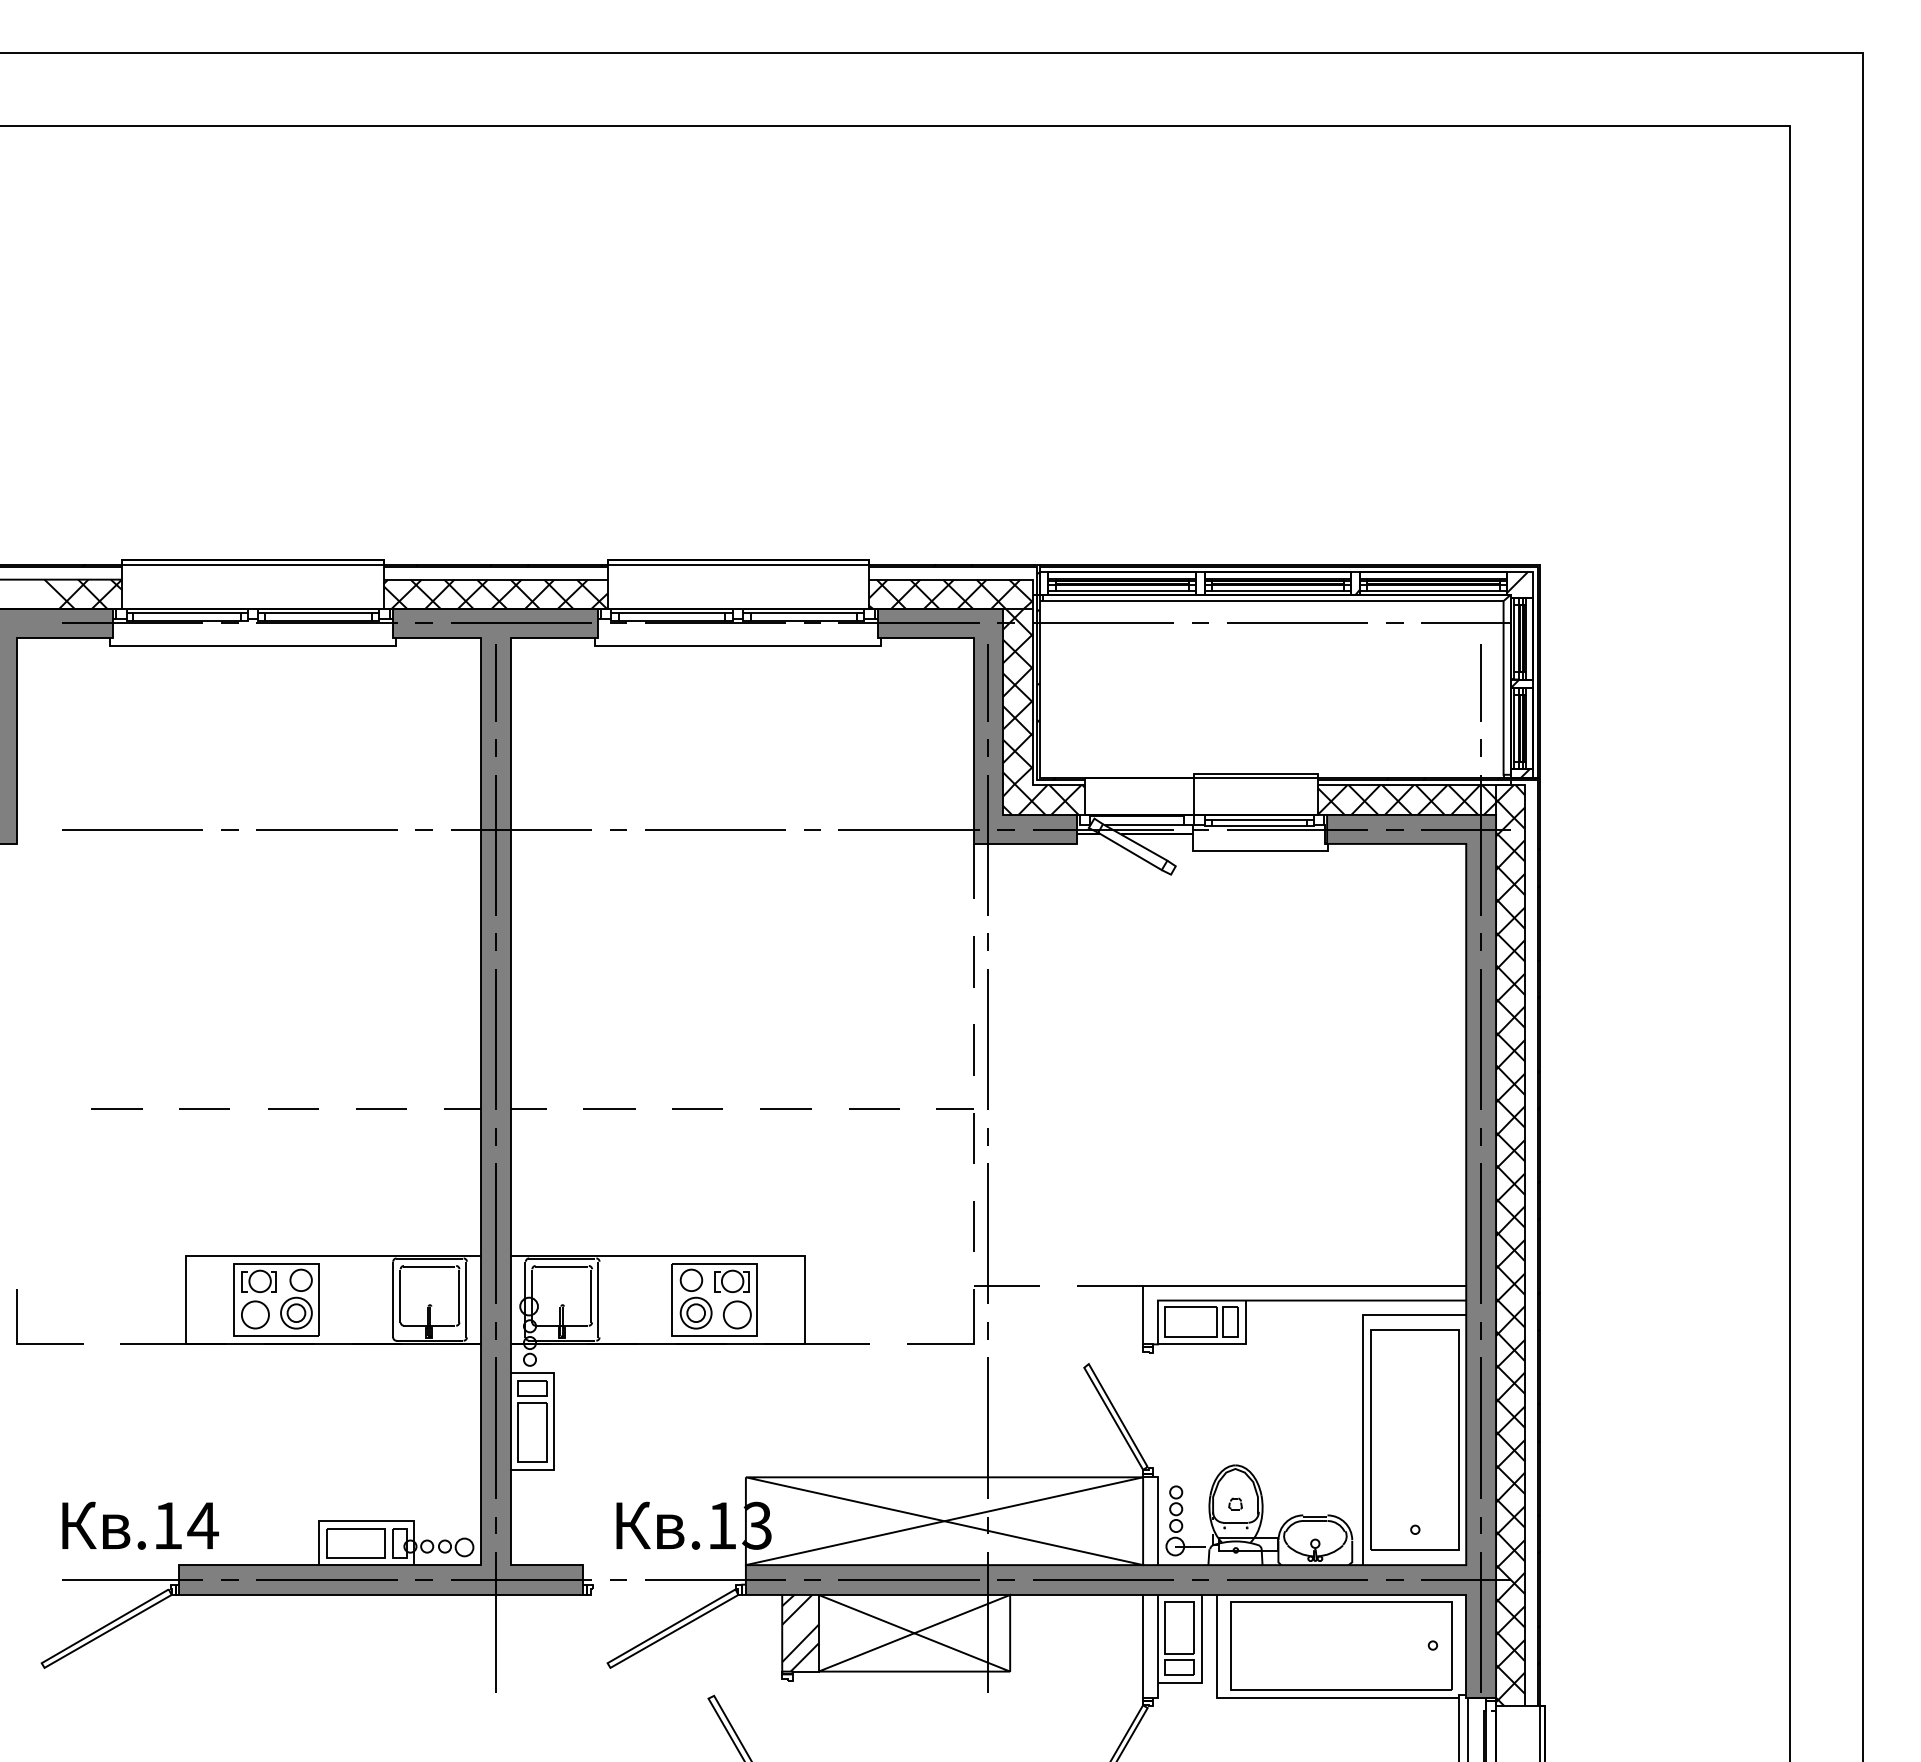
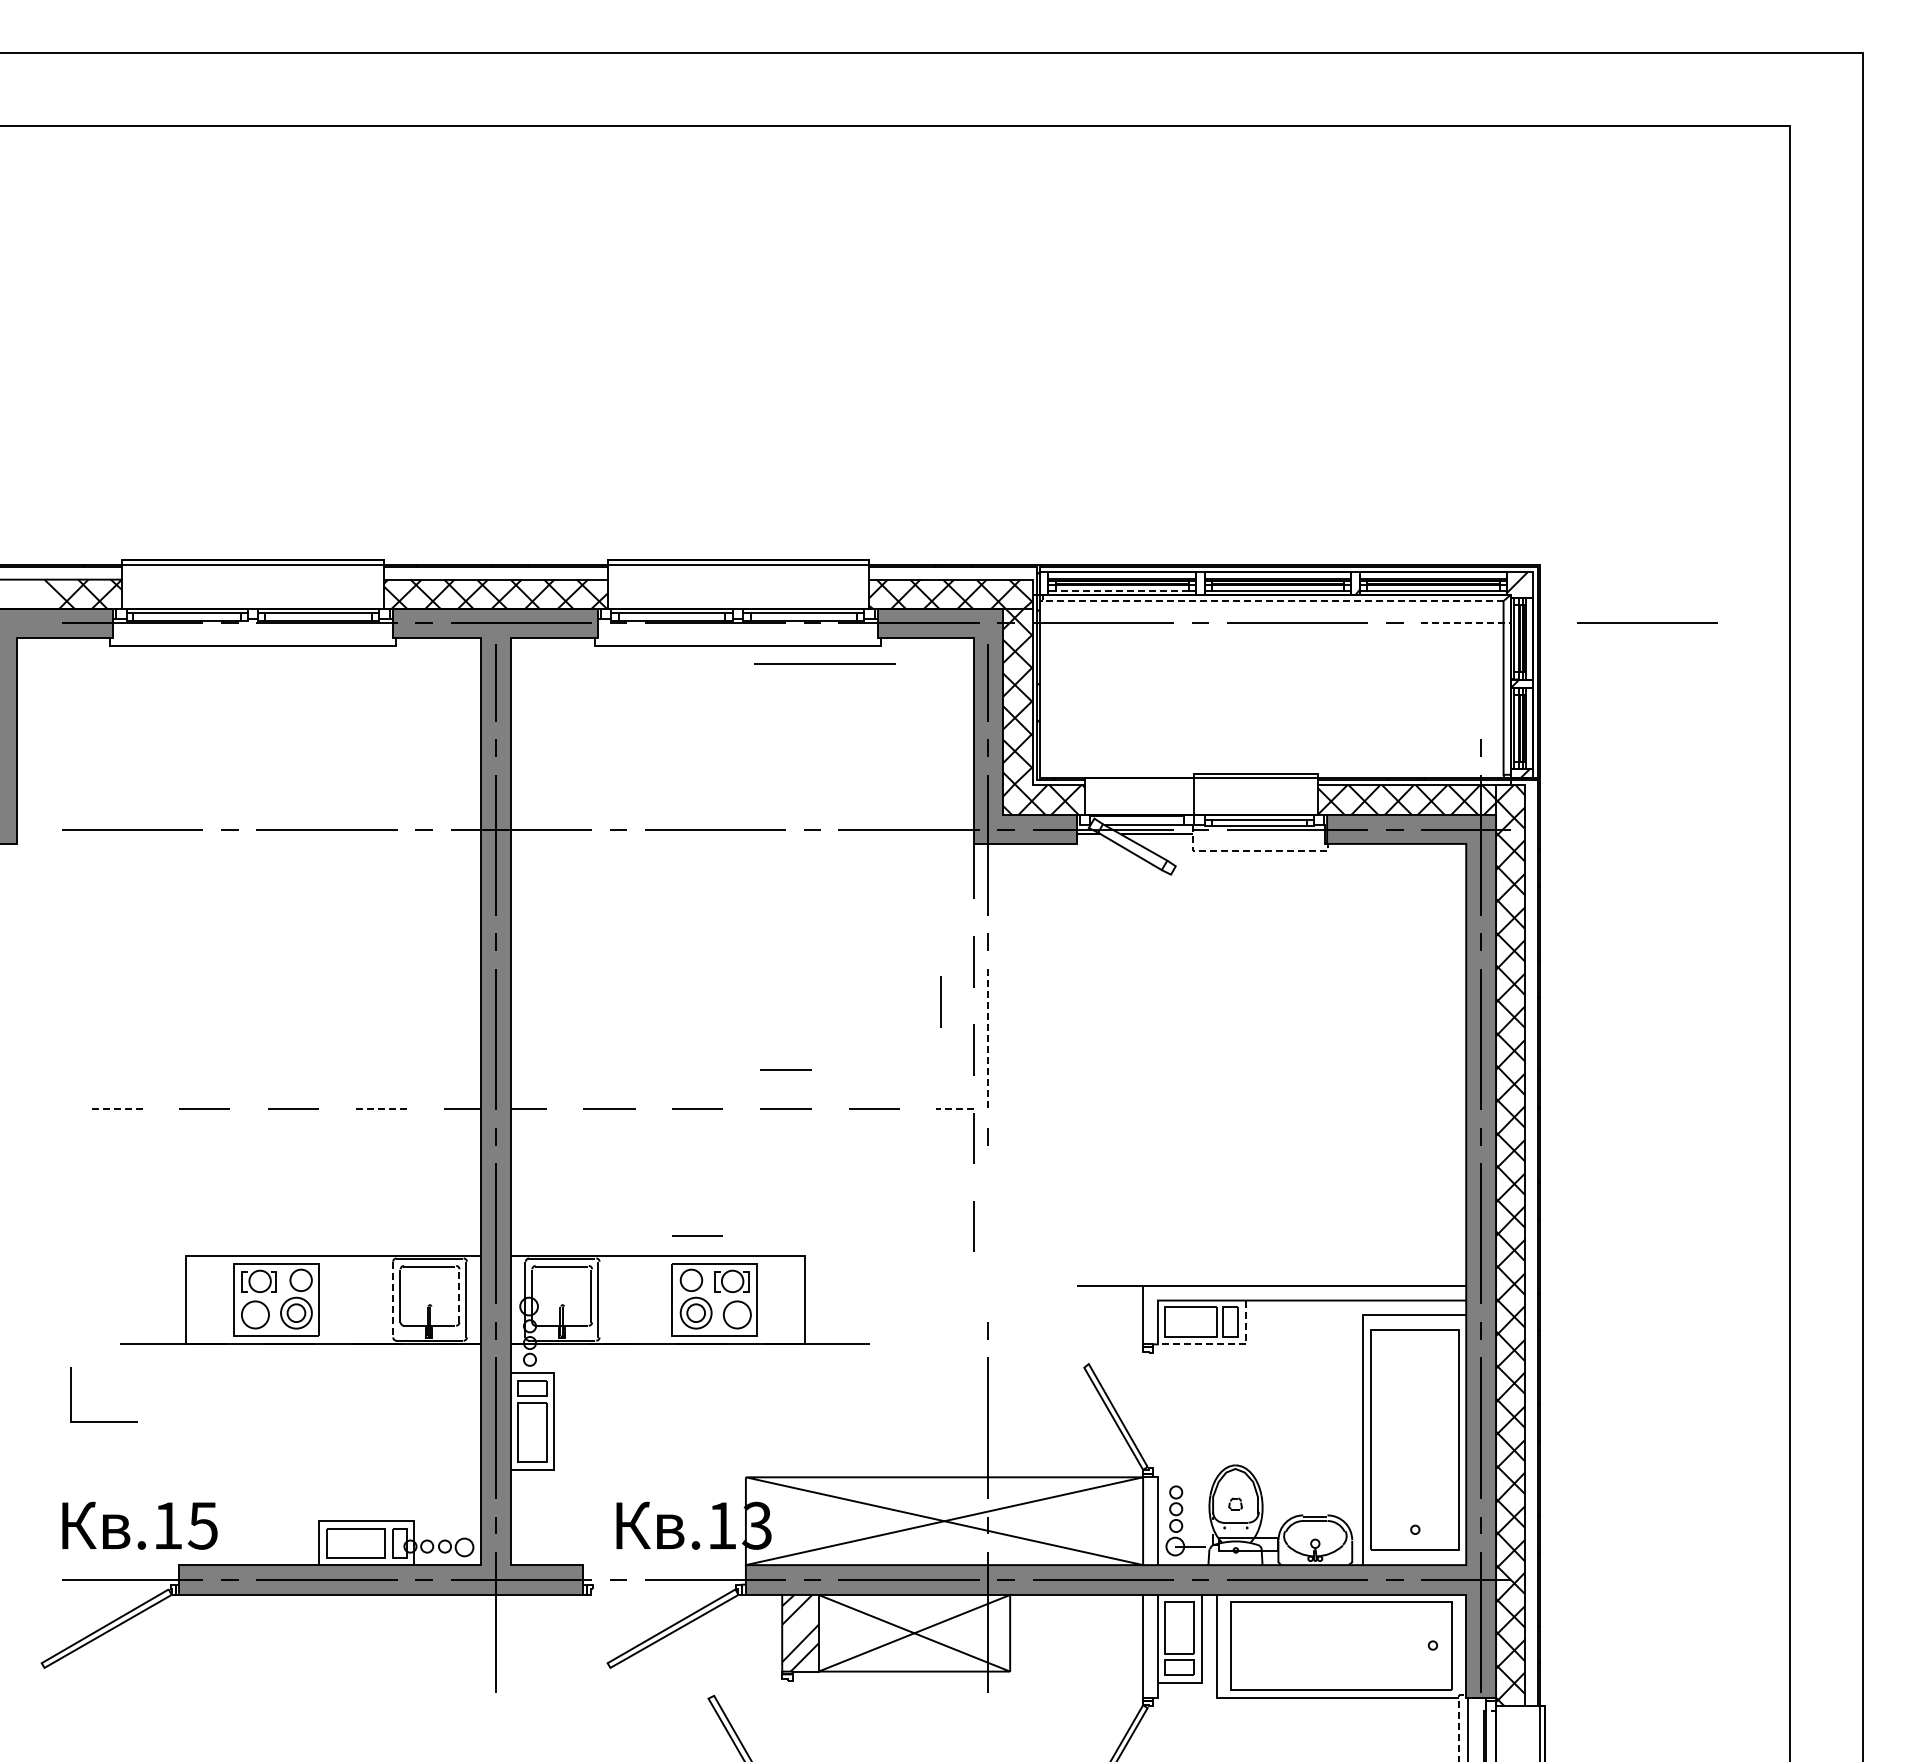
line at (1121, 590): solid -> dashed
line at (1268, 601): solid -> dashed
line at (1647, 622): none -> present
line at (1466, 623): solid -> dashed
line at (824, 663): none -> present
line at (1480, 682): present -> none
line at (1251, 851): solid -> dashed
line at (940, 1001): none -> present
line at (987, 1039): solid -> dashed
line at (785, 1069): none -> present
line at (116, 1109): solid -> dashed
line at (381, 1109): solid -> dashed
line at (955, 1109): solid -> dashed
line at (697, 1235): none -> present
part at (987, 1253): present -> none
line at (459, 1296): solid -> dashed
line at (392, 1300): solid -> dashed
line at (49, 1343) position: (49, 1343) -> (103, 1421)
line at (1223, 1344): solid -> dashed
text at (202, 1525): .14 -> .15
line at (1458, 1723): solid -> dashed
